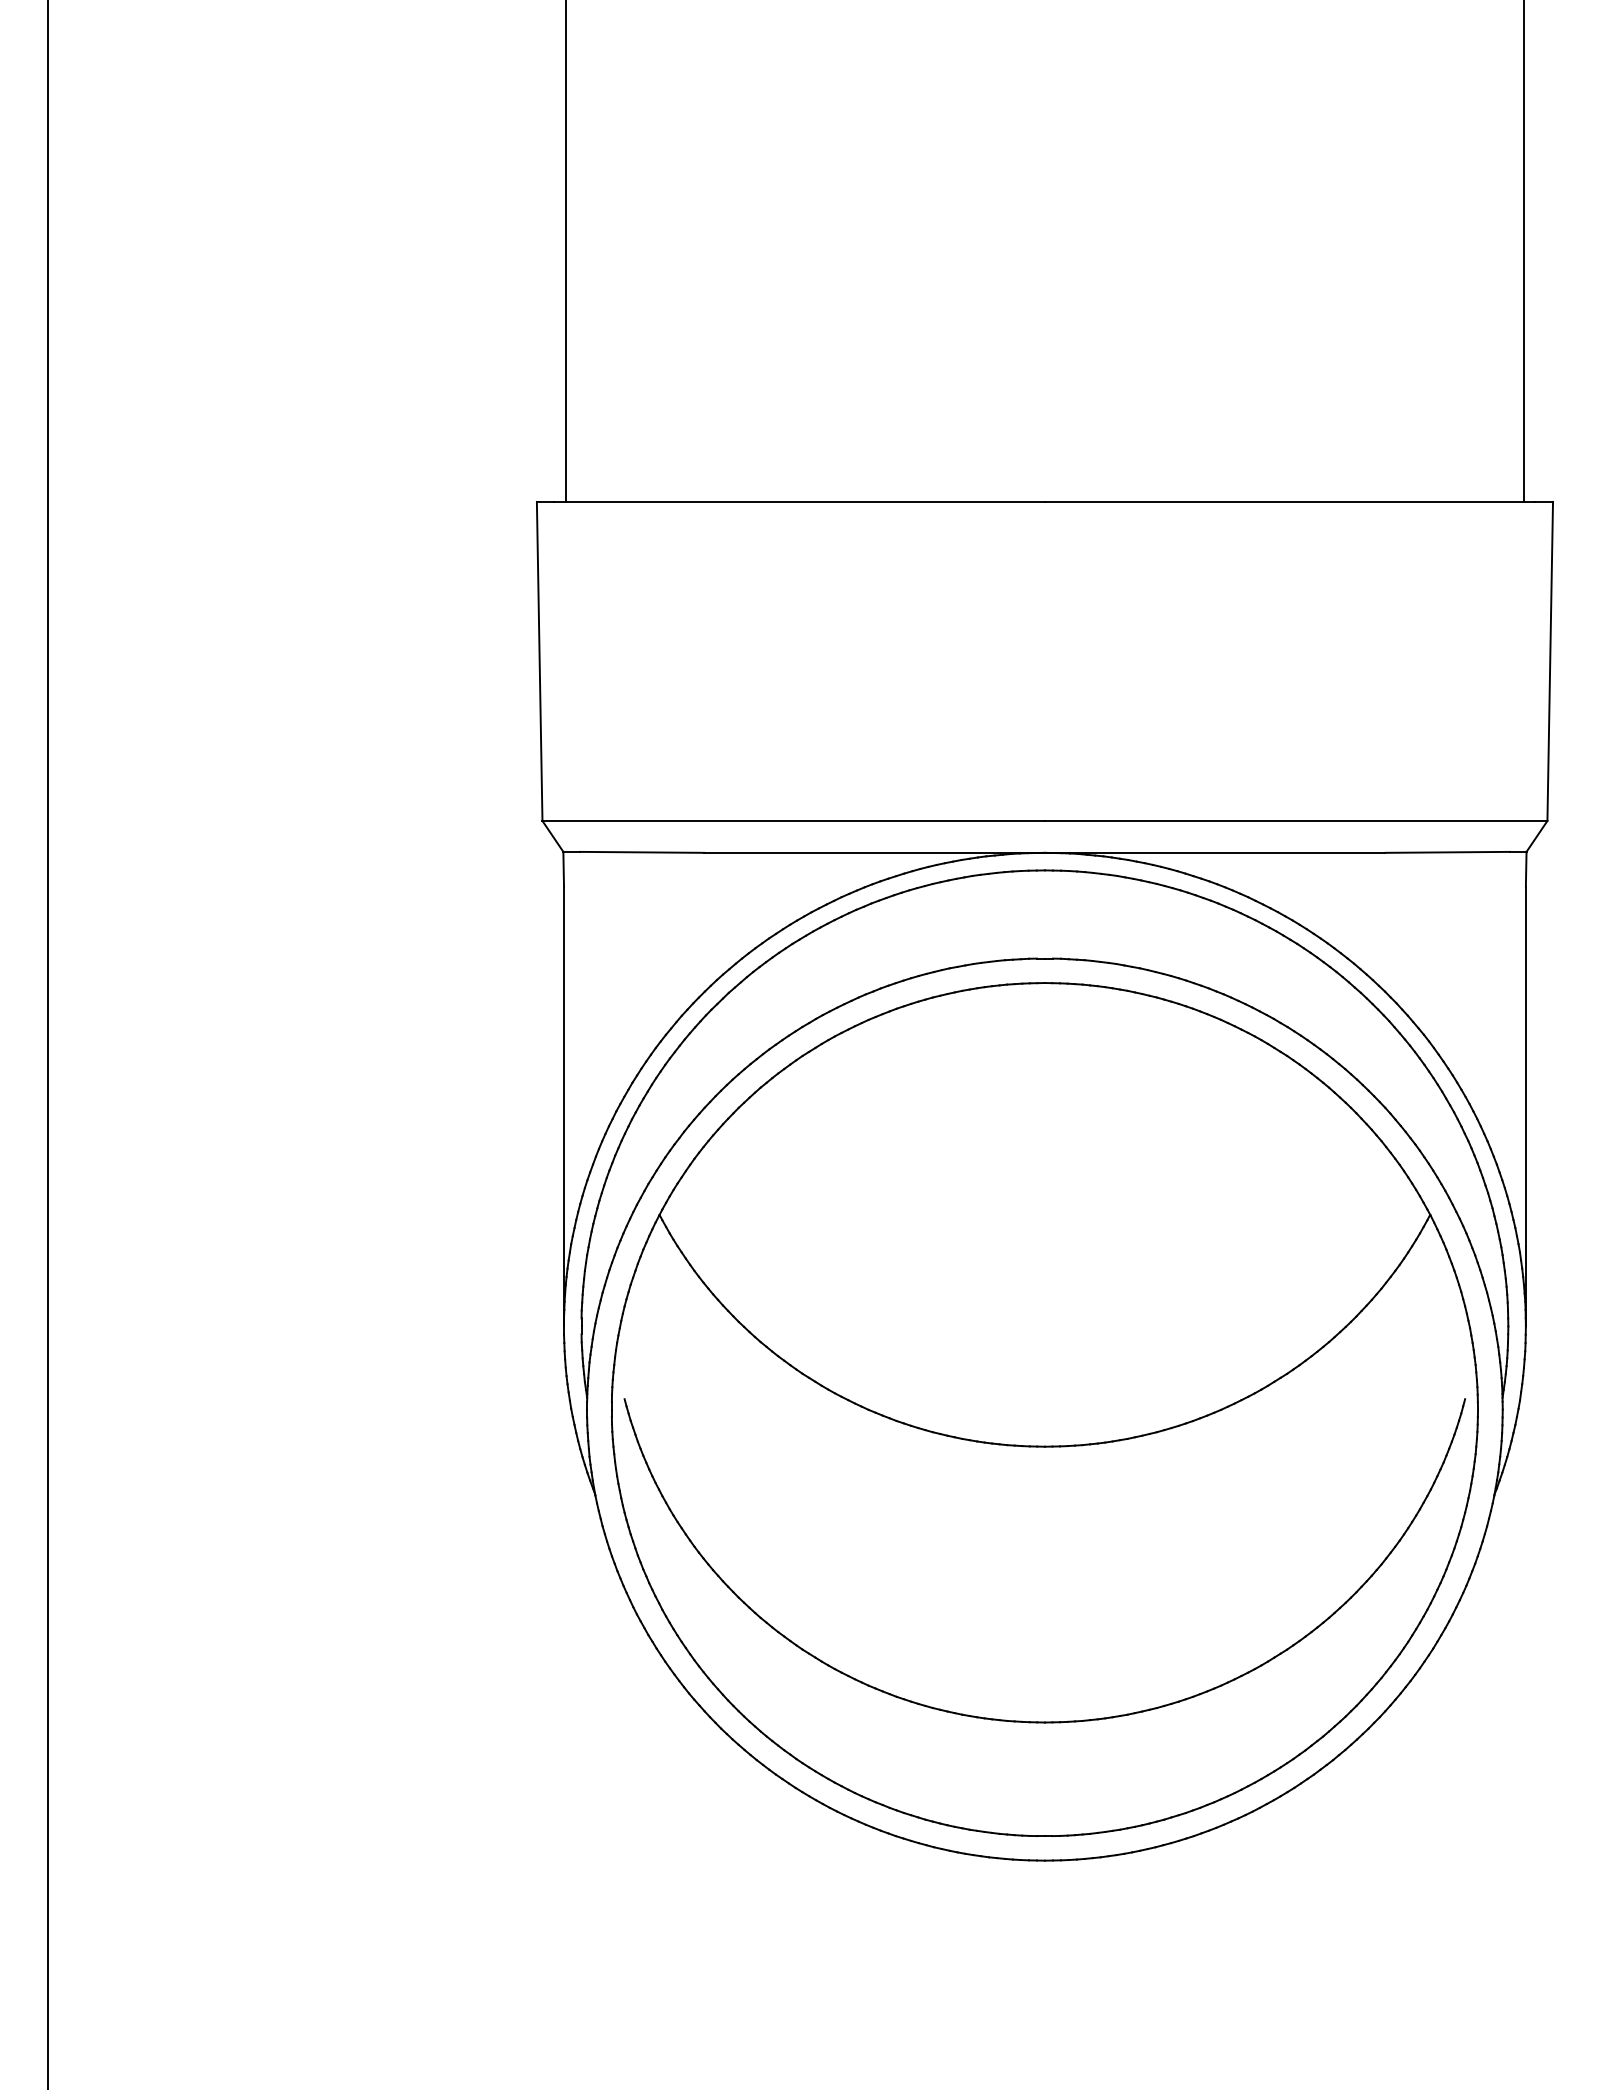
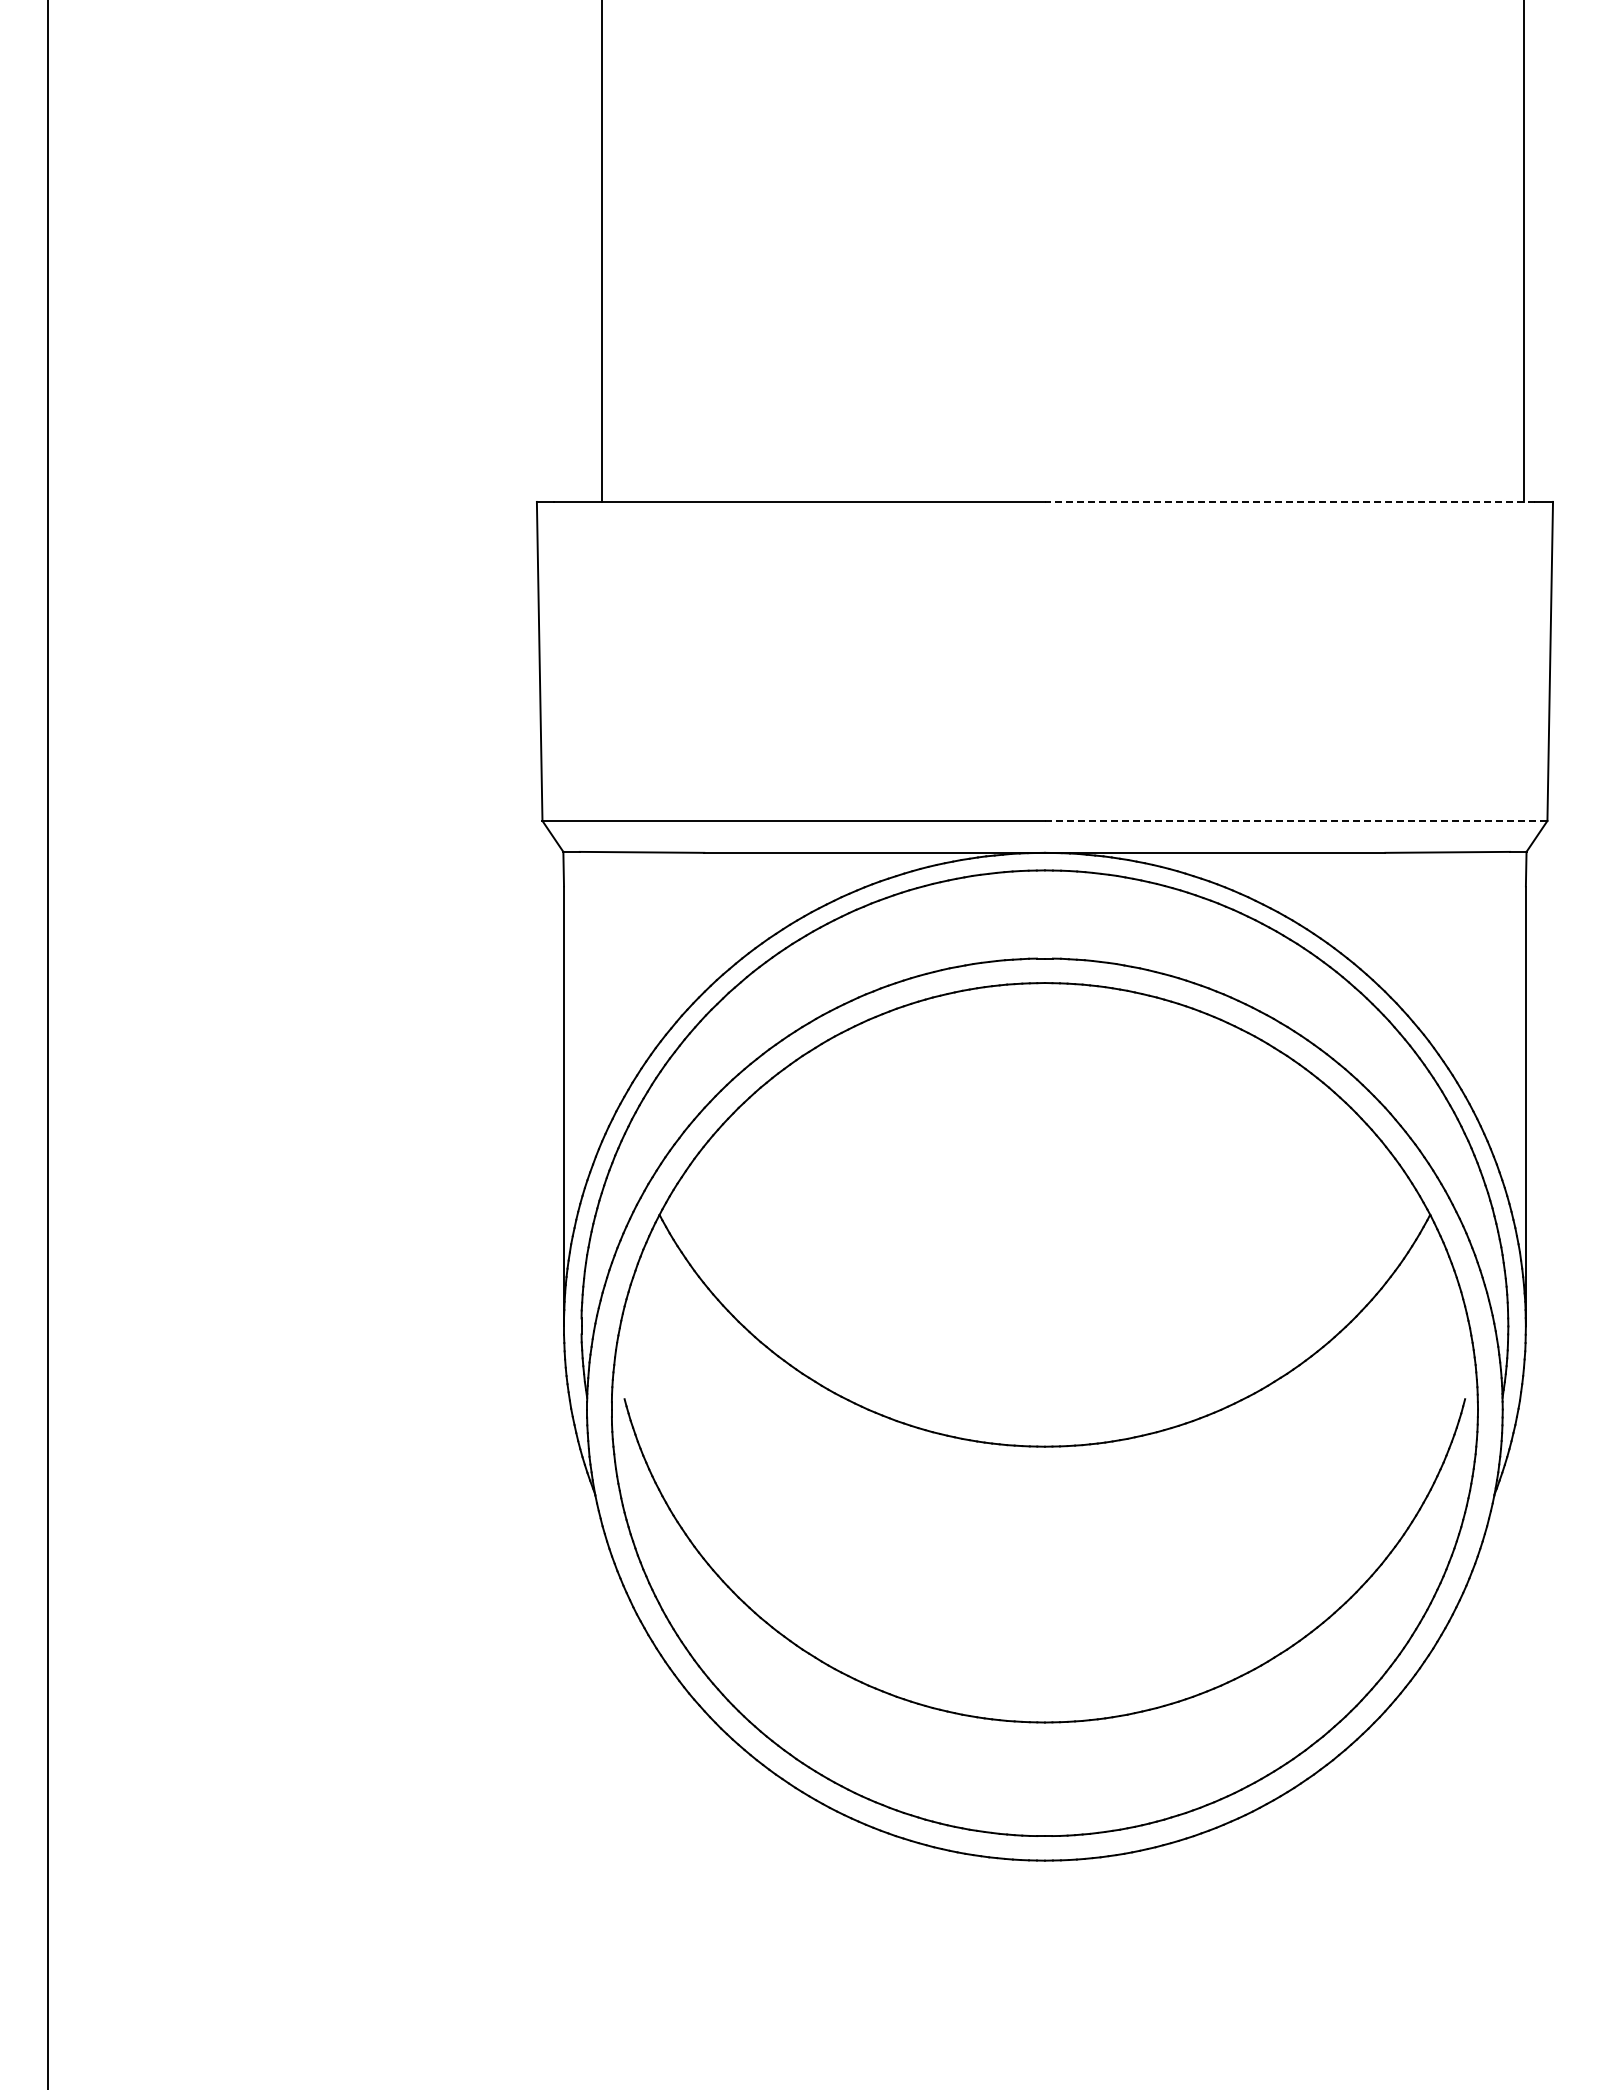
line at (566, 251) position: (566, 251) -> (602, 251)
line at (1289, 501): solid -> dashed
line at (1295, 820): solid -> dashed
